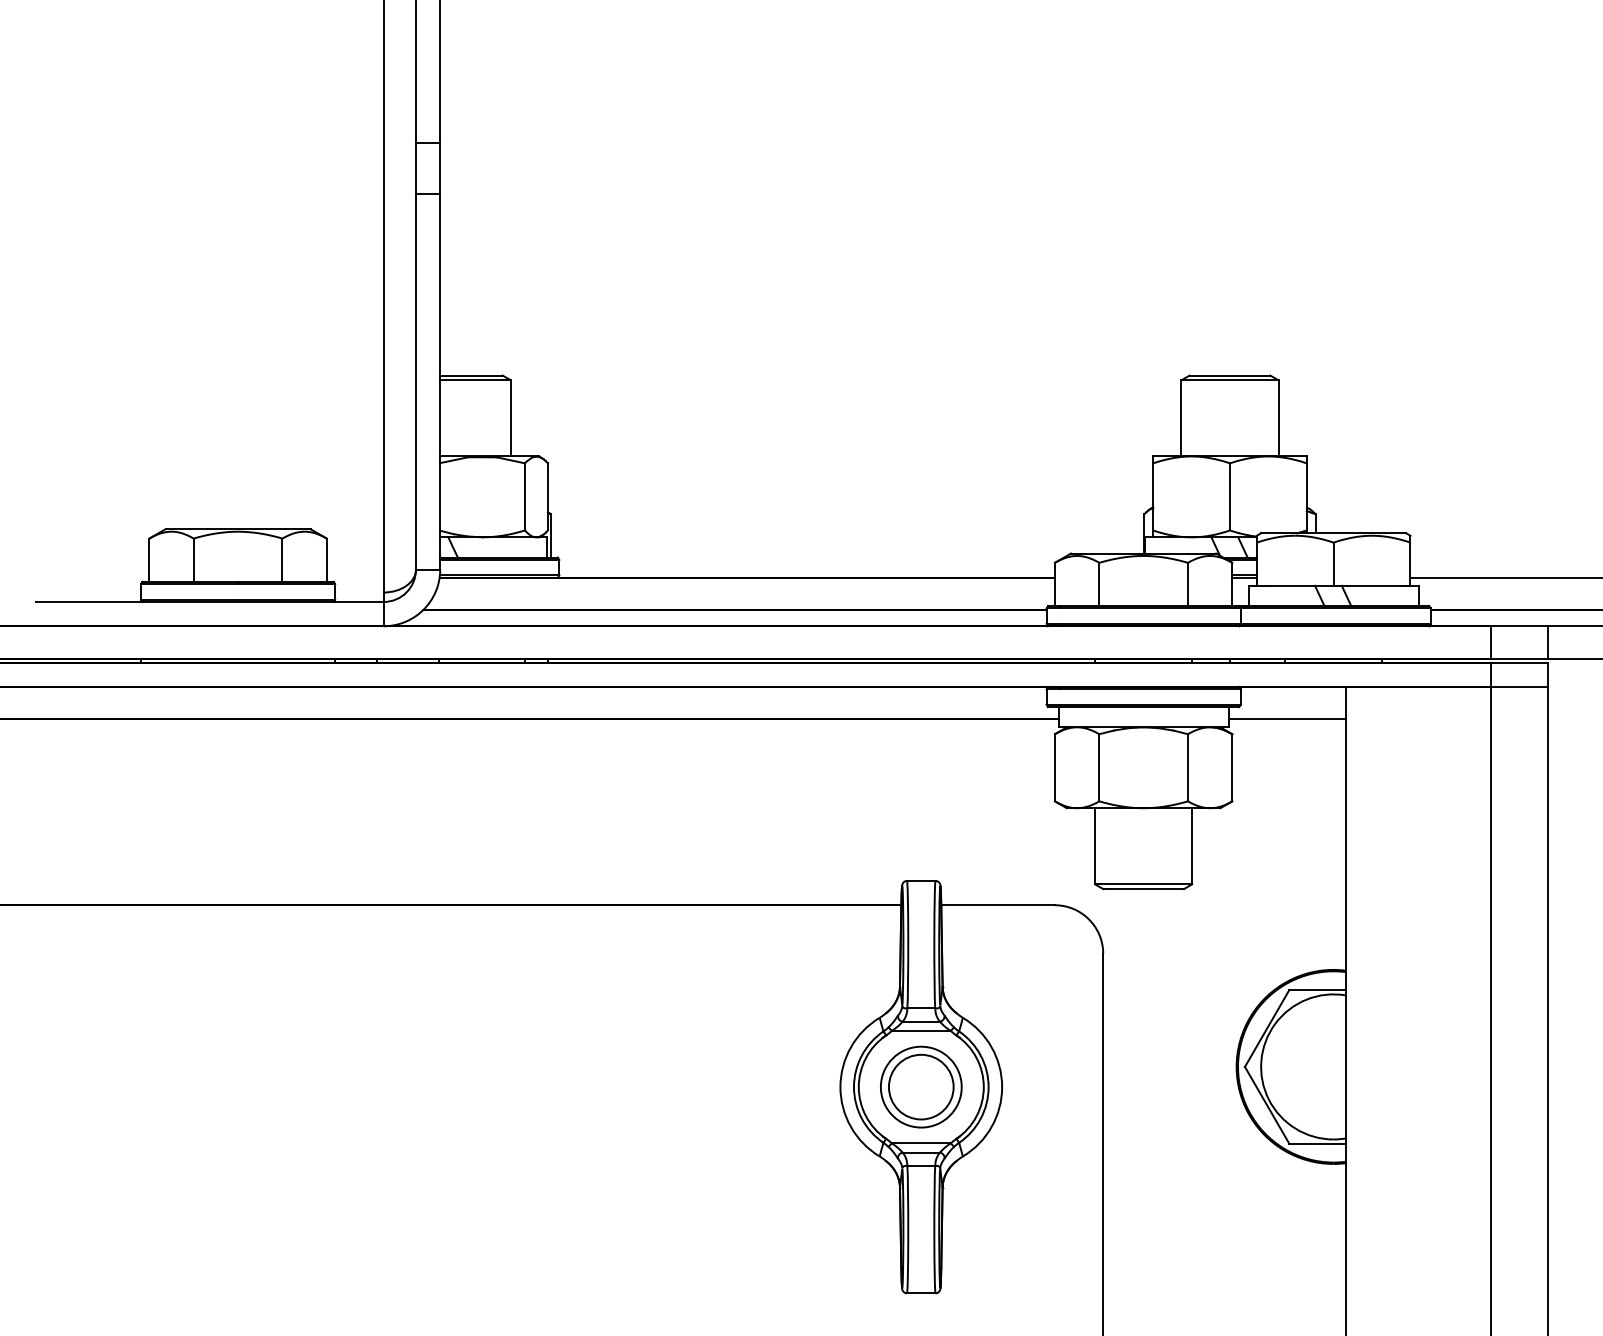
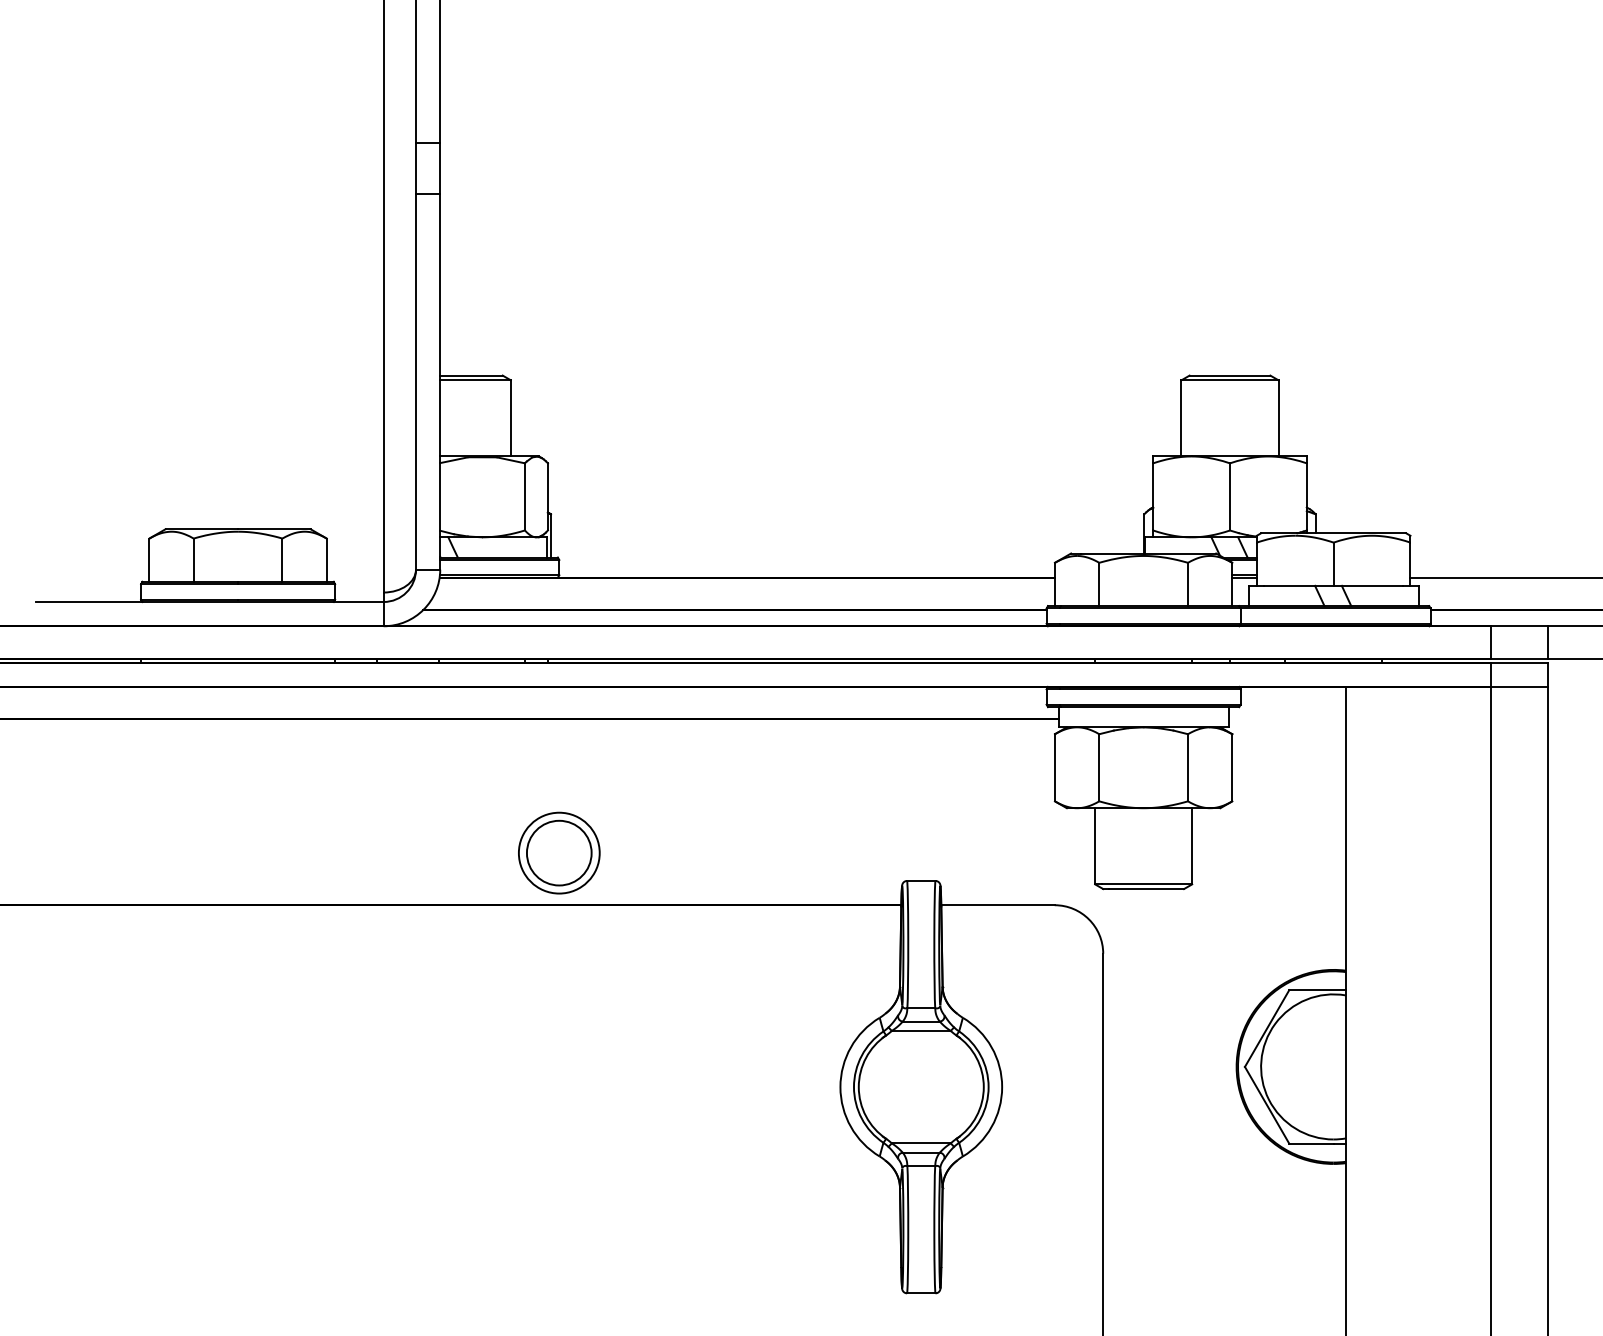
line at (1286, 719): present -> none
part at (921, 1086) position: (921, 1086) -> (559, 852)
